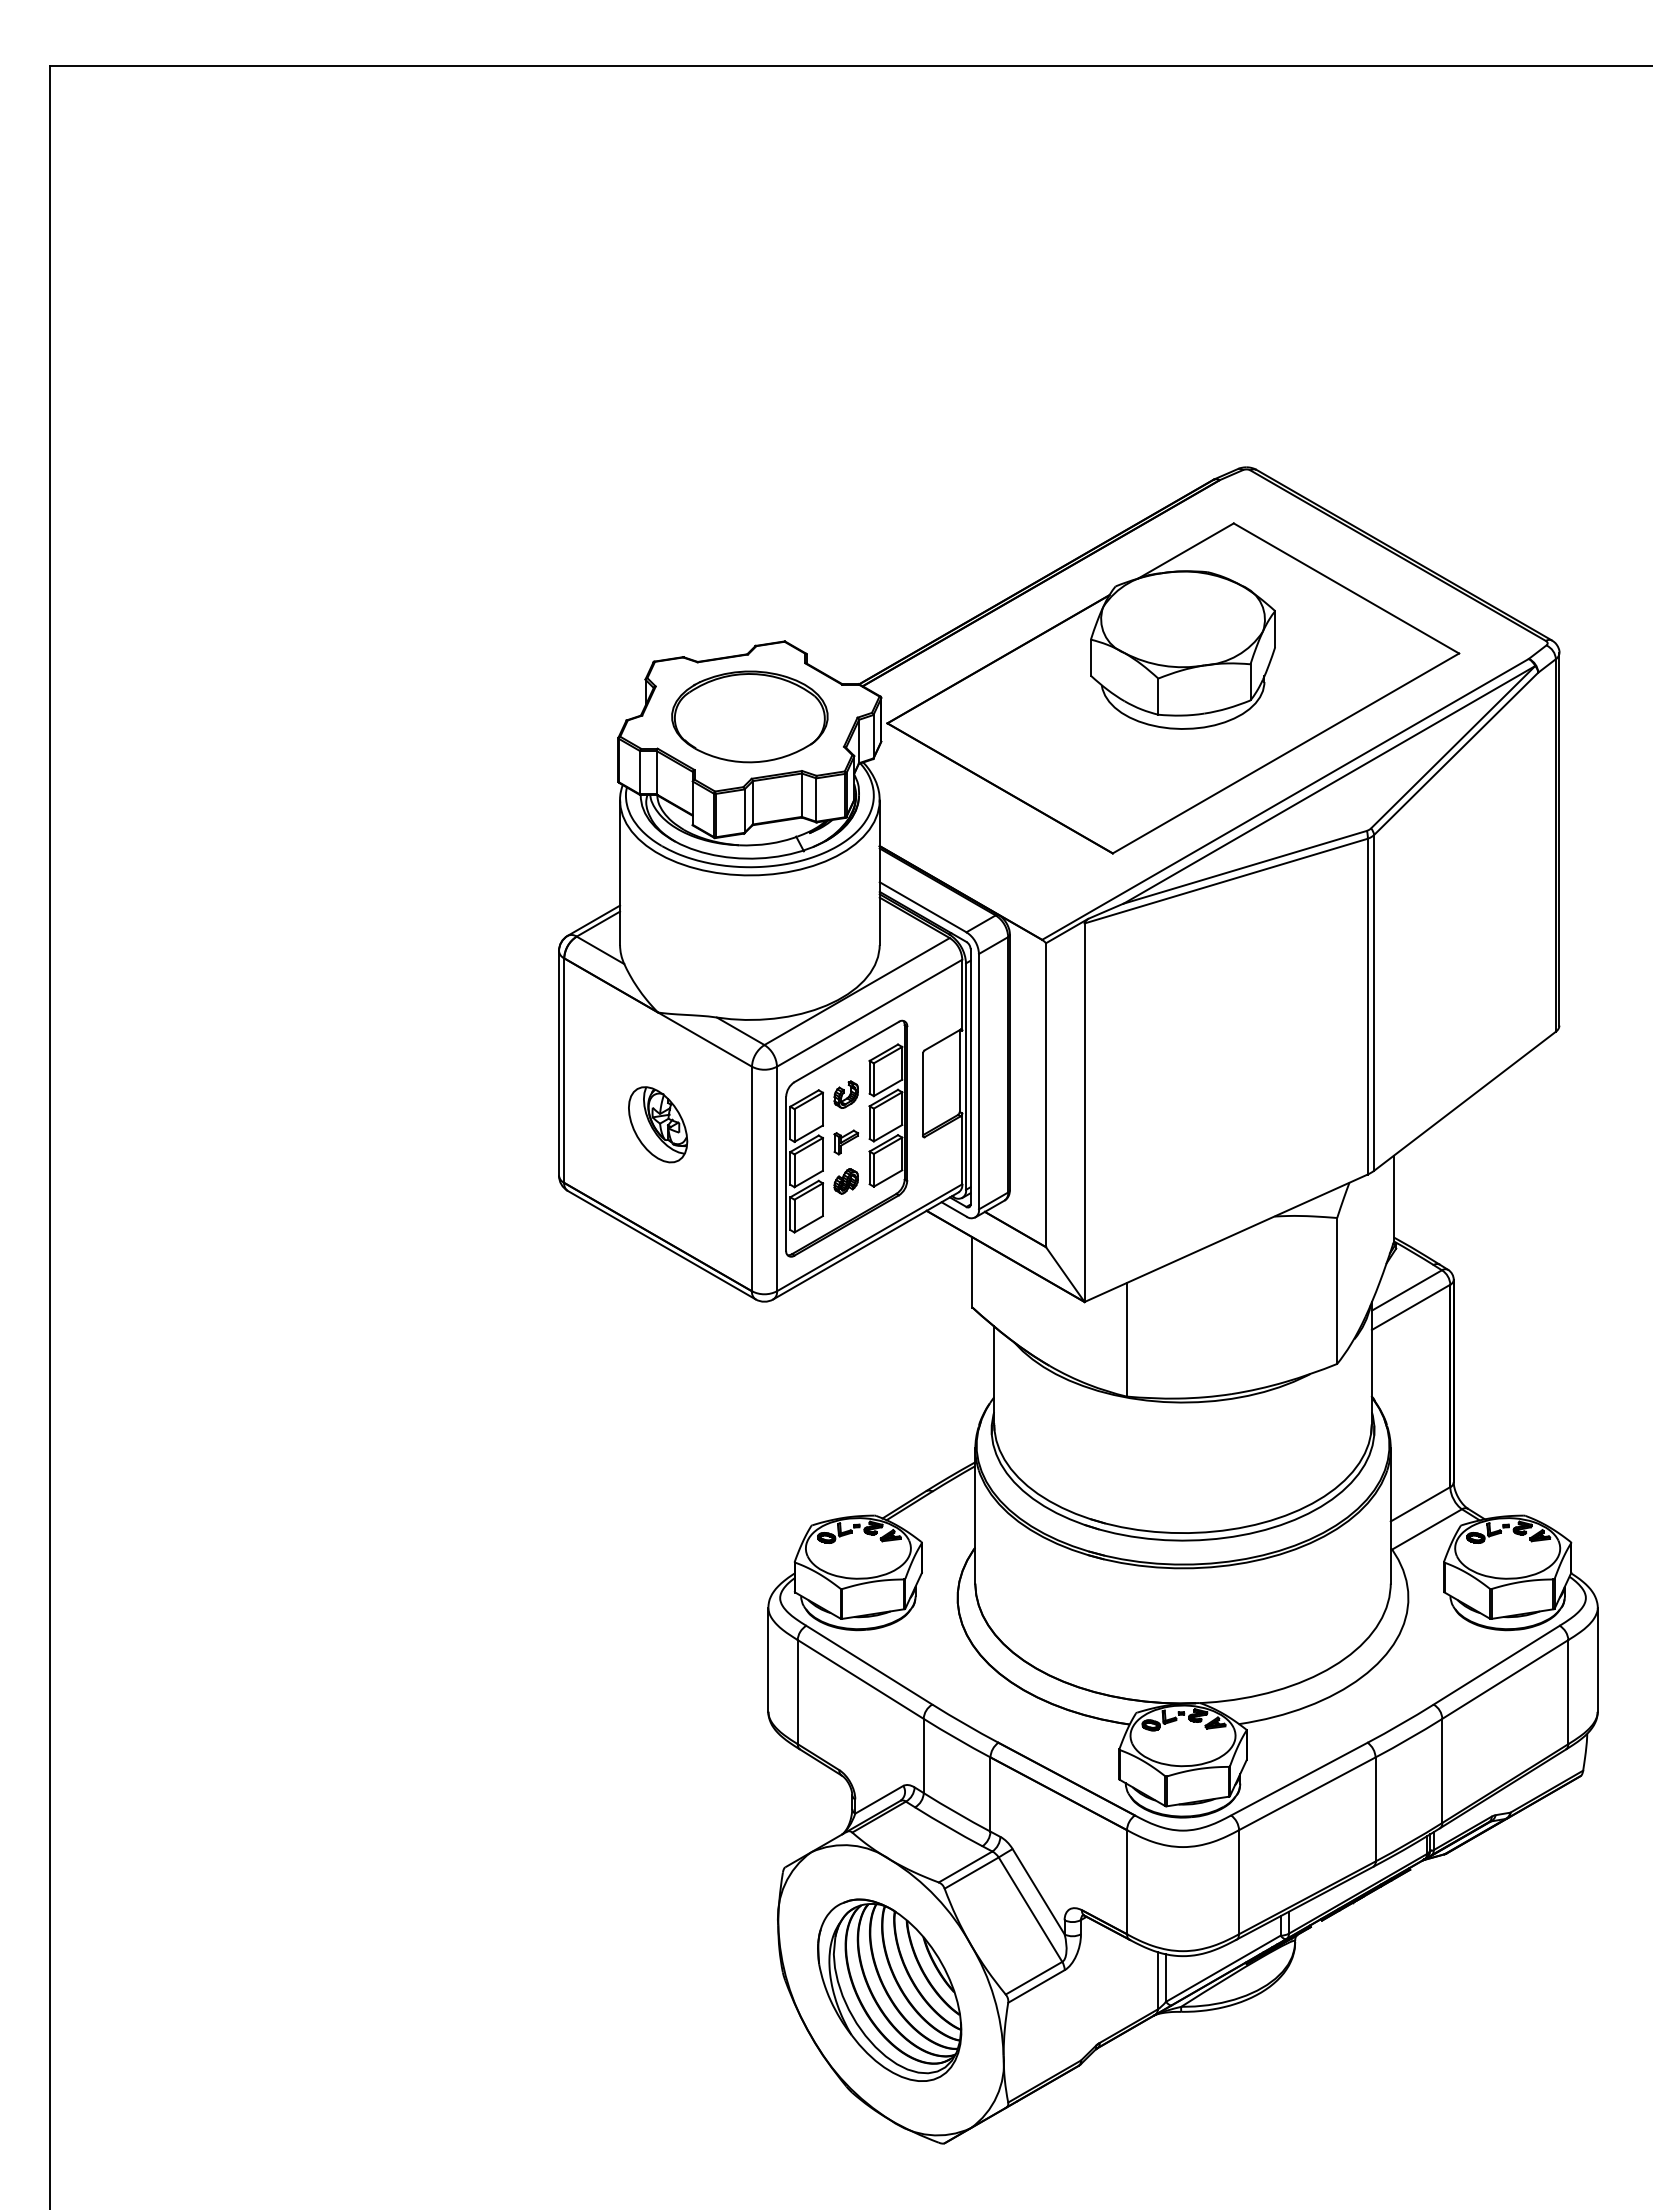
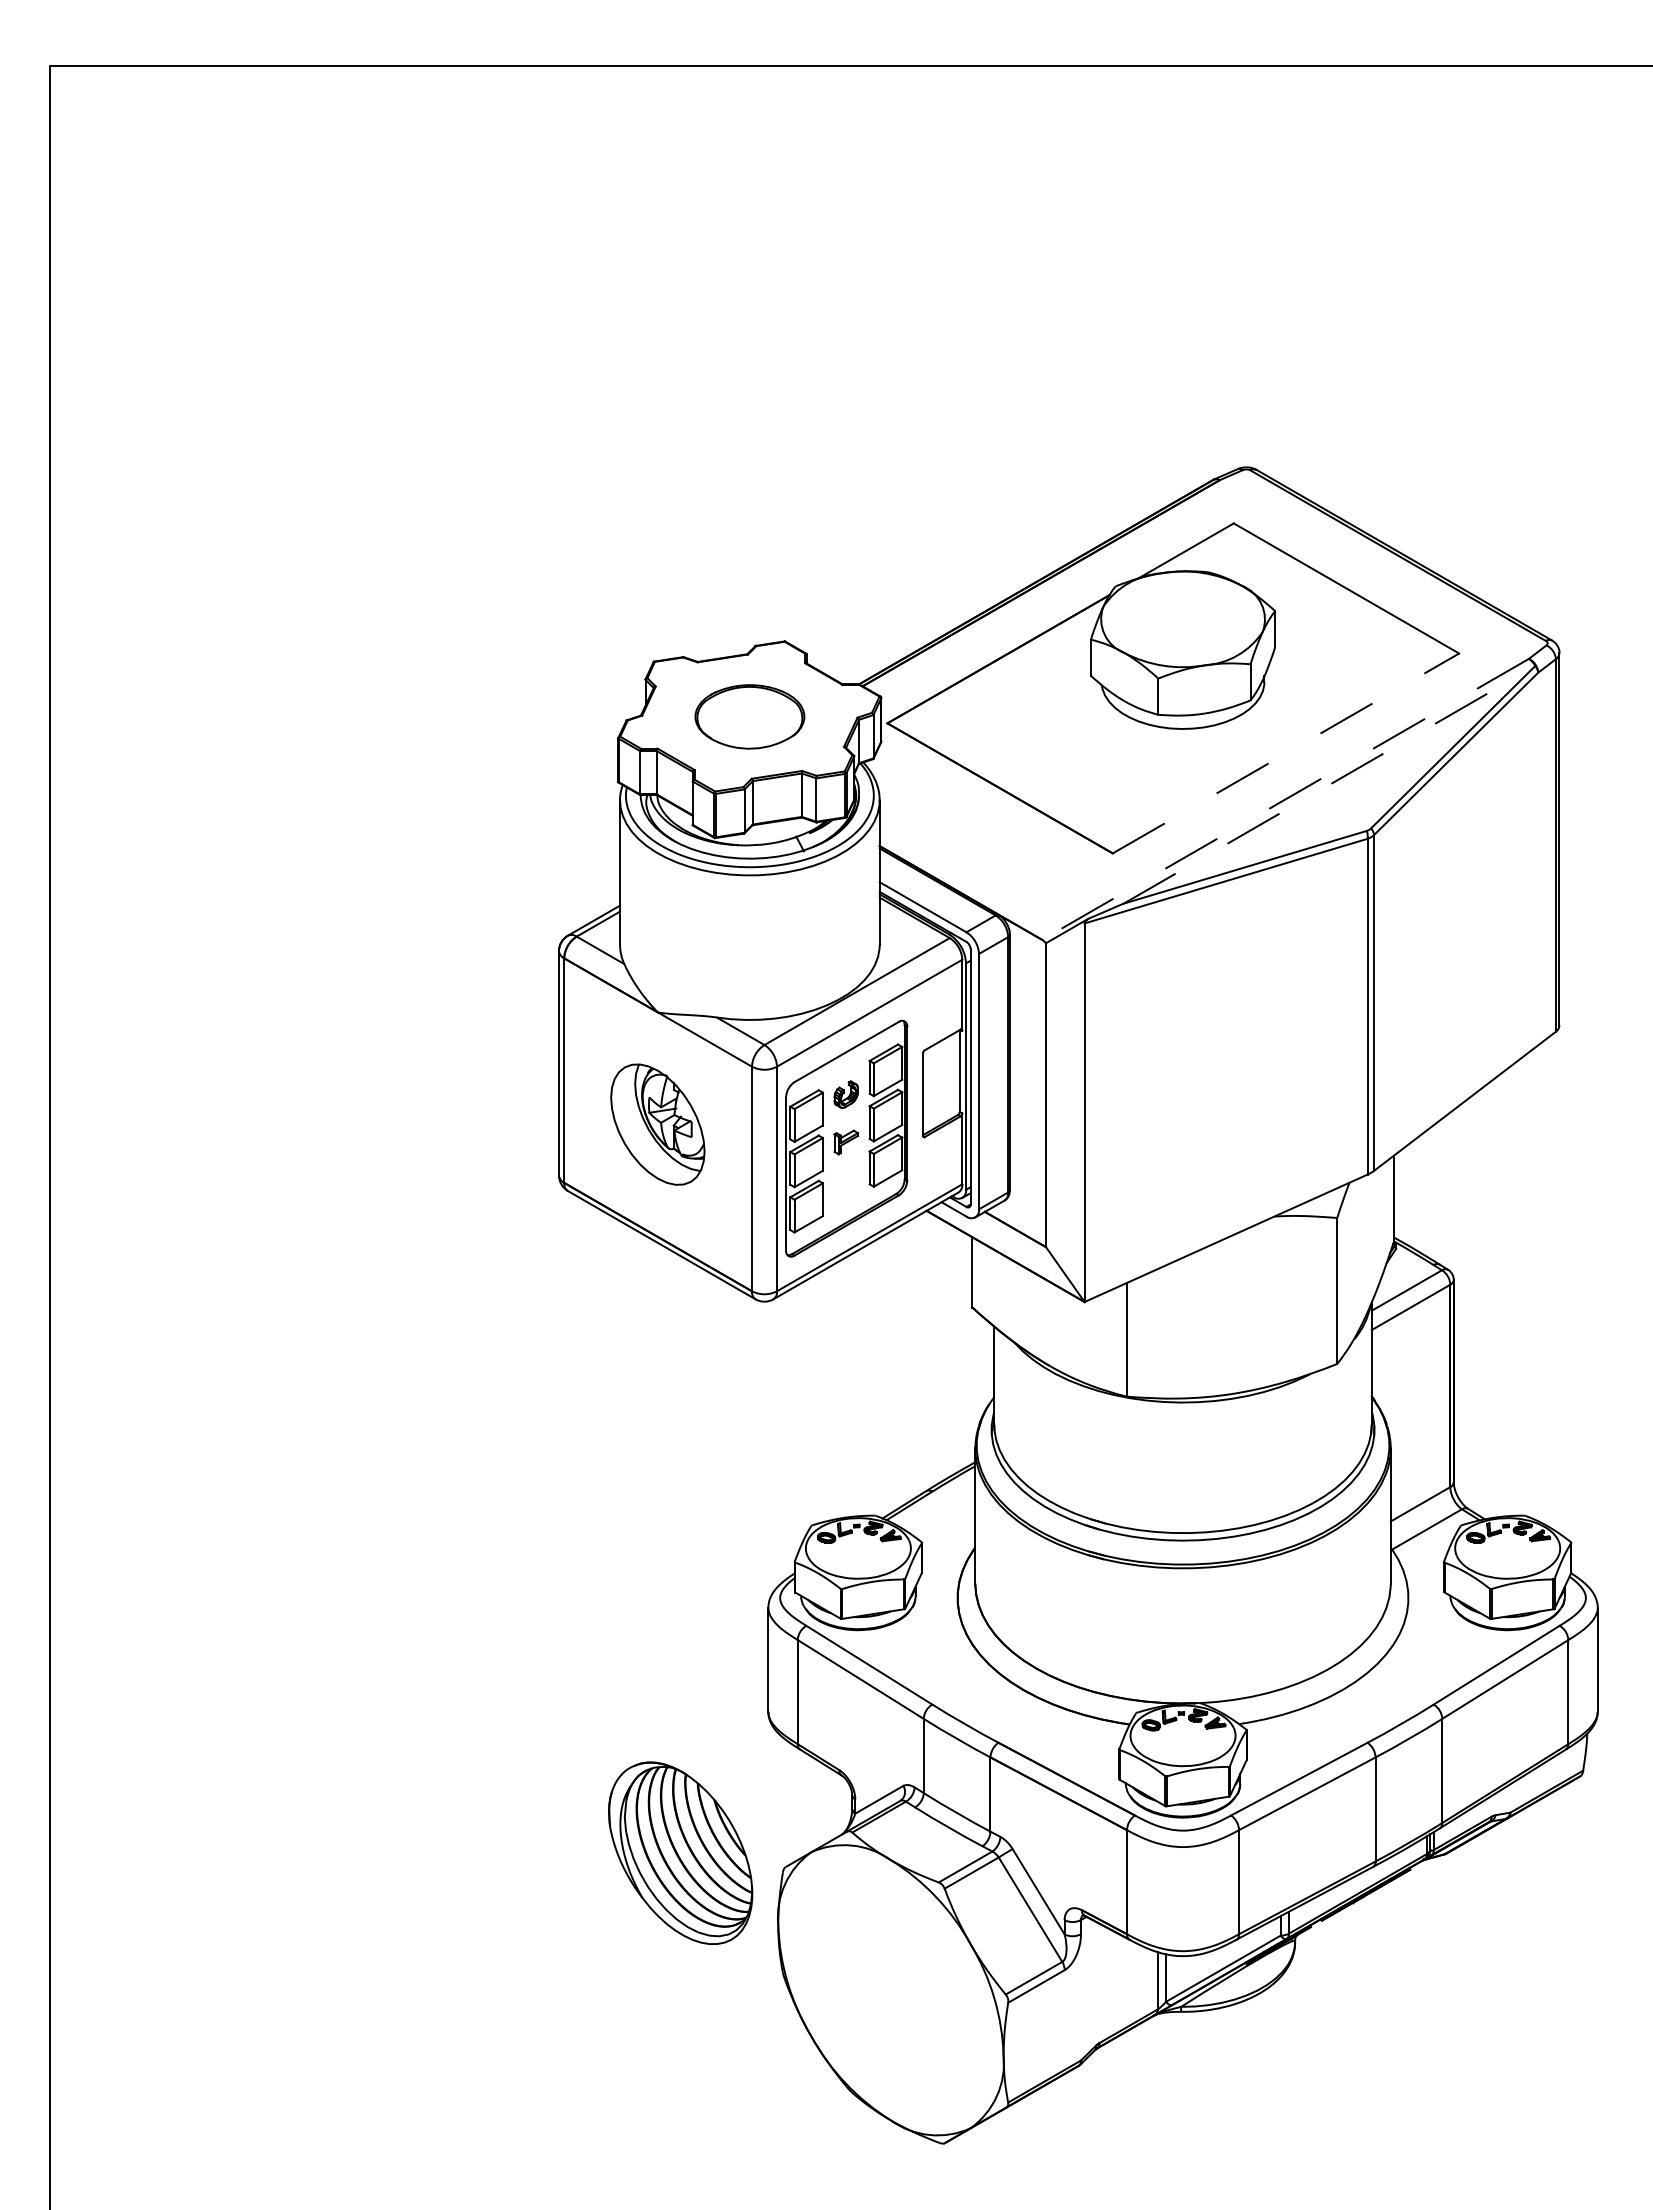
part at (749, 716) size: 158x94 px -> 112x66 px
line at (1285, 753): solid -> dashed
line at (1329, 784): solid -> dashed
line at (1285, 799): solid -> dashed
part at (658, 1124) size: 61x78 px -> 96x123 px
part at (845, 1181): present -> none
part at (889, 1989) position: (889, 1989) -> (680, 1852)
